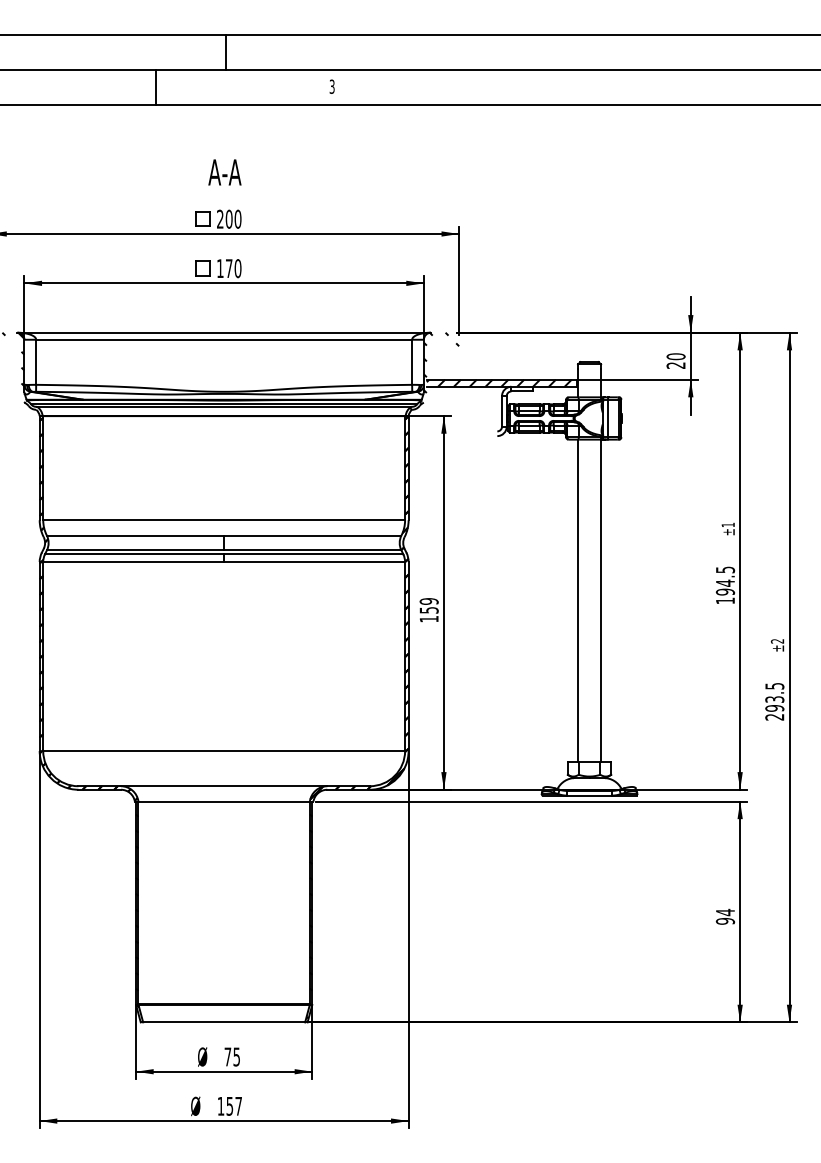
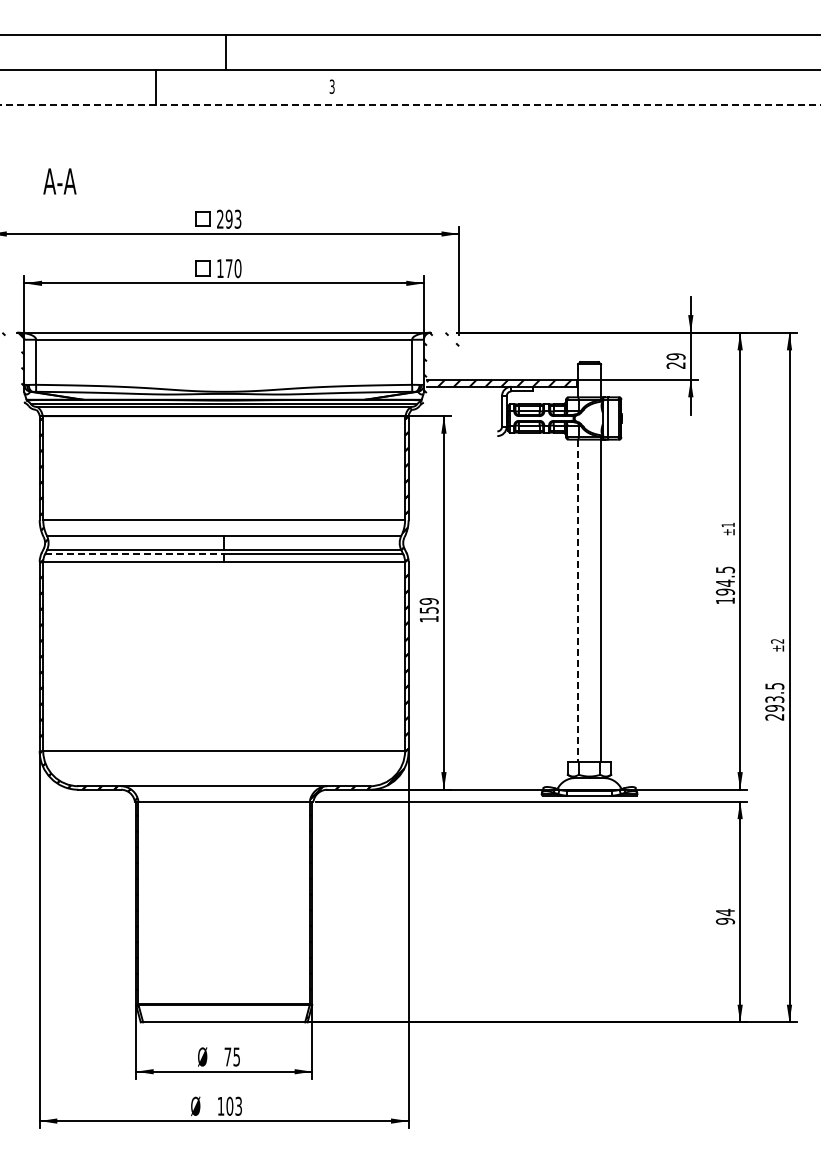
line at (409, 105): solid -> dashed
text at (224, 172) position: (224, 172) -> (59, 181)
text at (233, 218): 200 -> 293
text at (675, 356): 20 -> 29
line at (134, 554): solid -> dashed
line at (577, 600): solid -> dashed
text at (233, 1105): 157 -> 103
